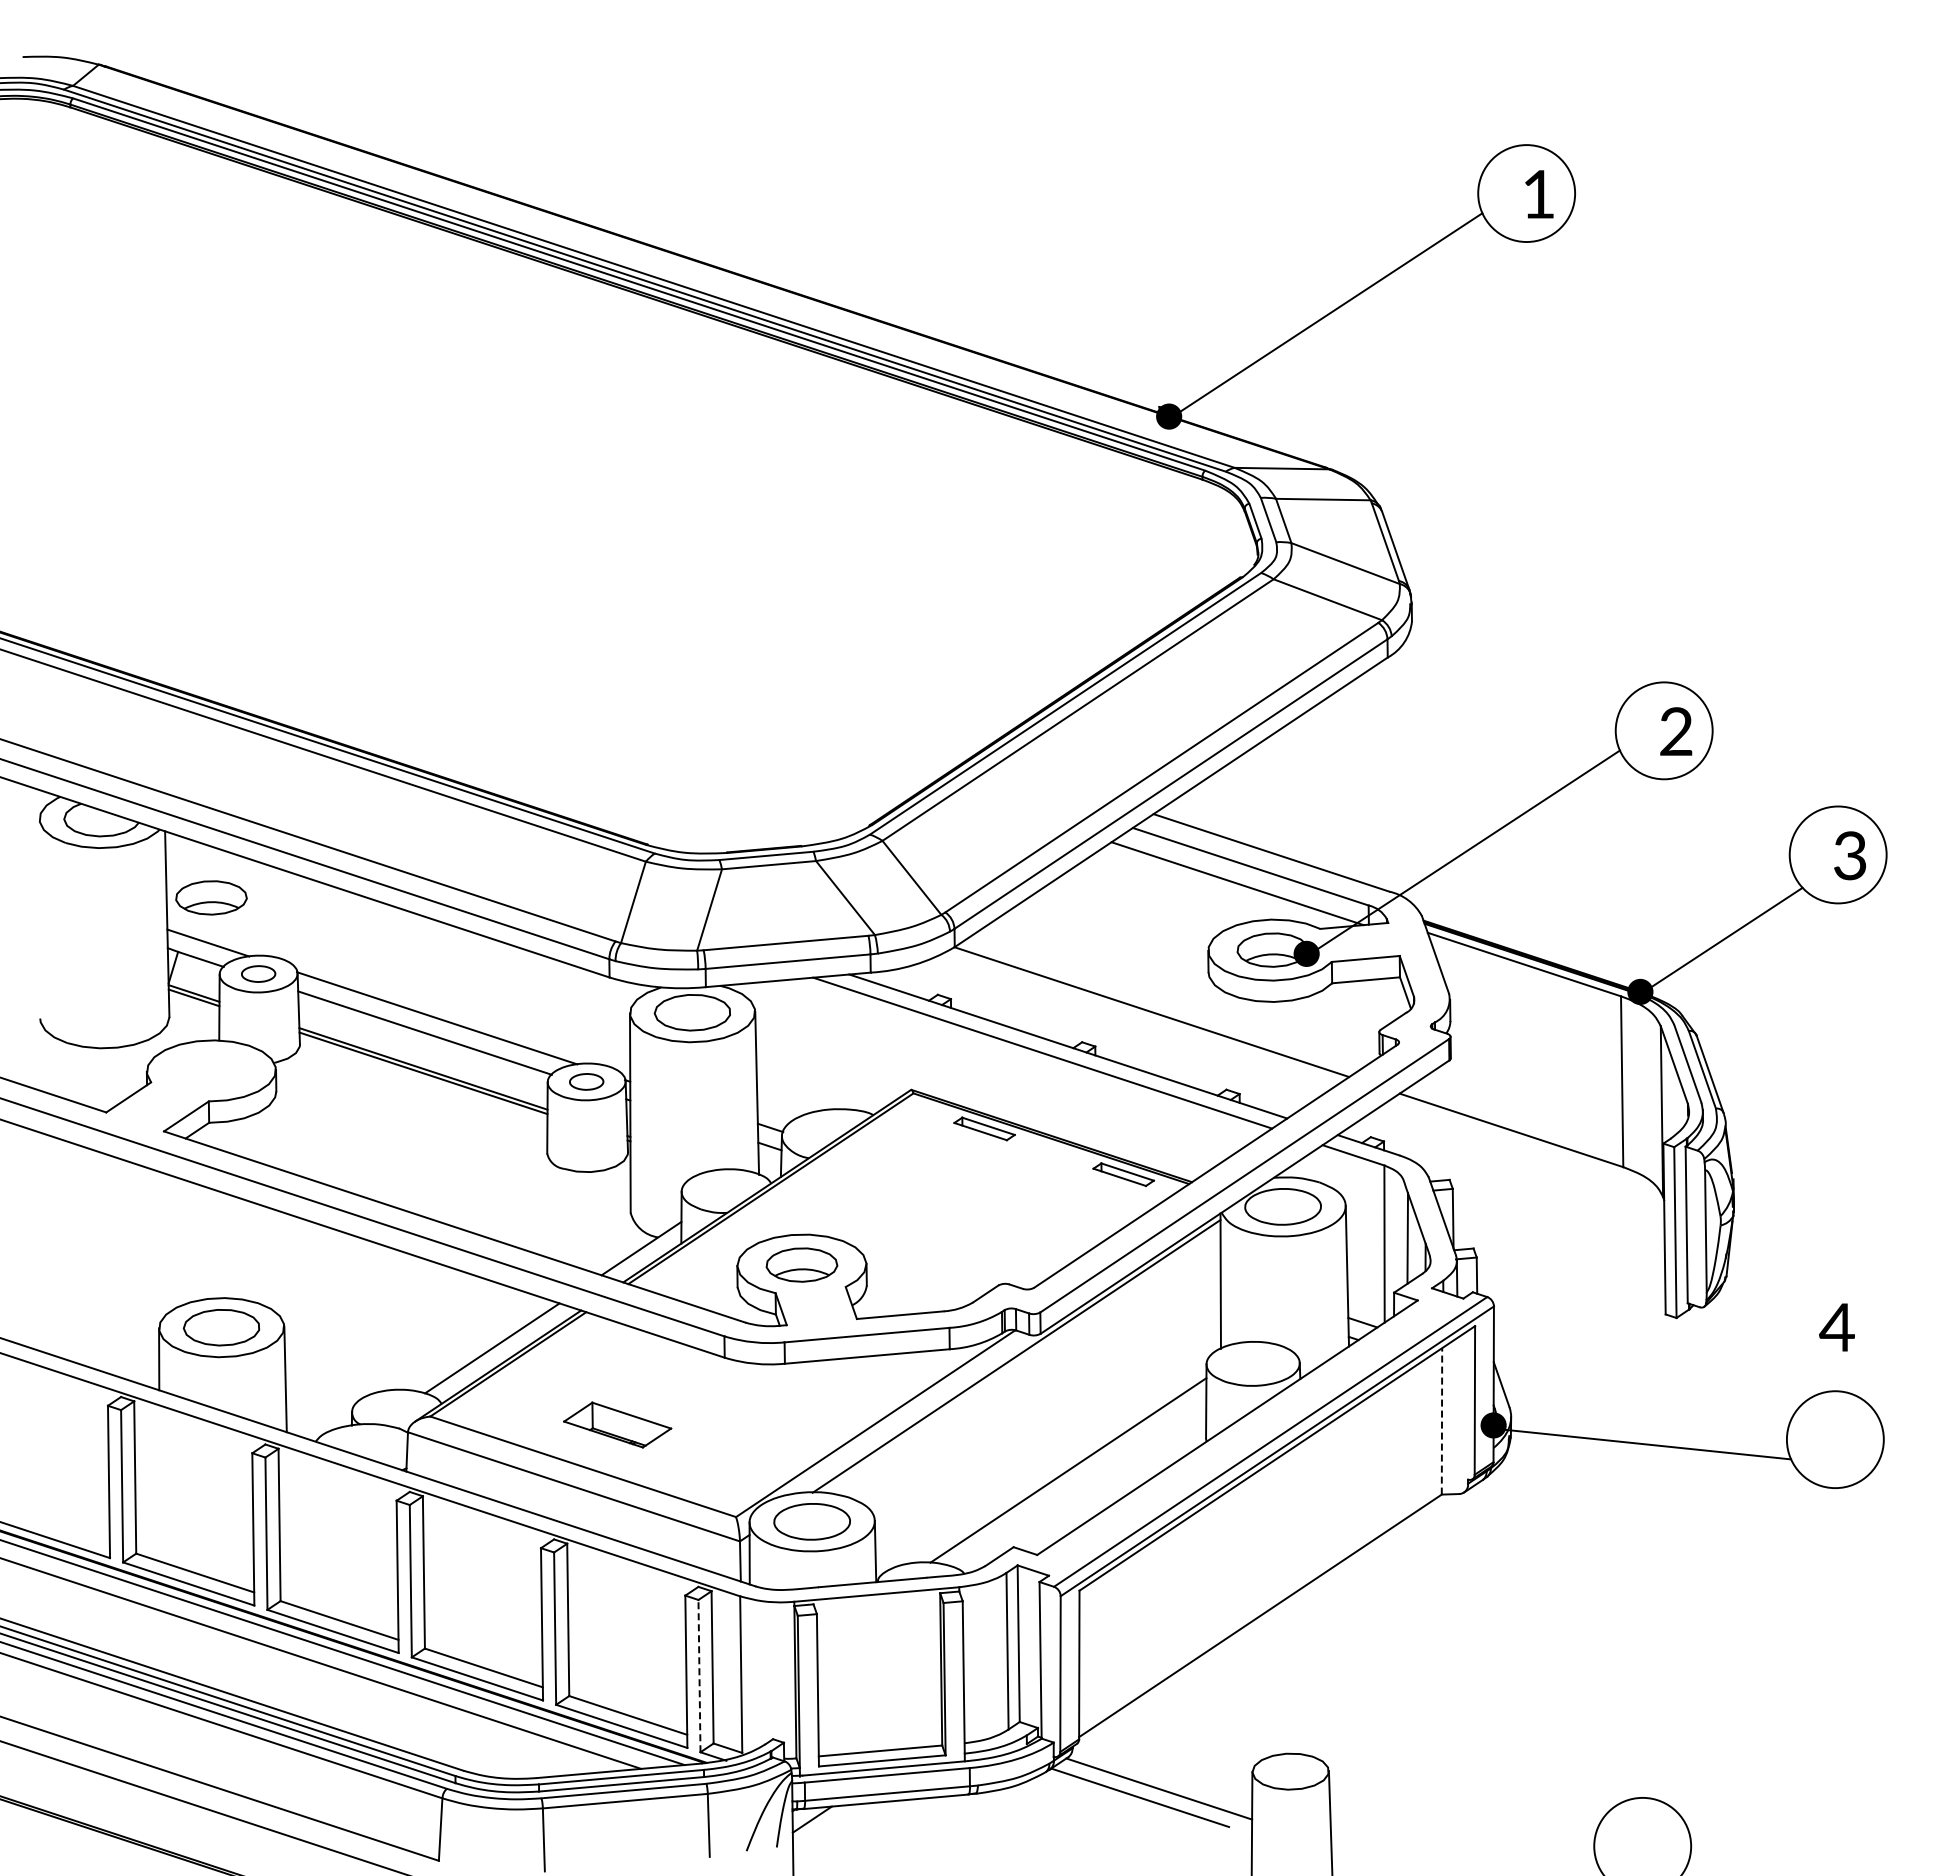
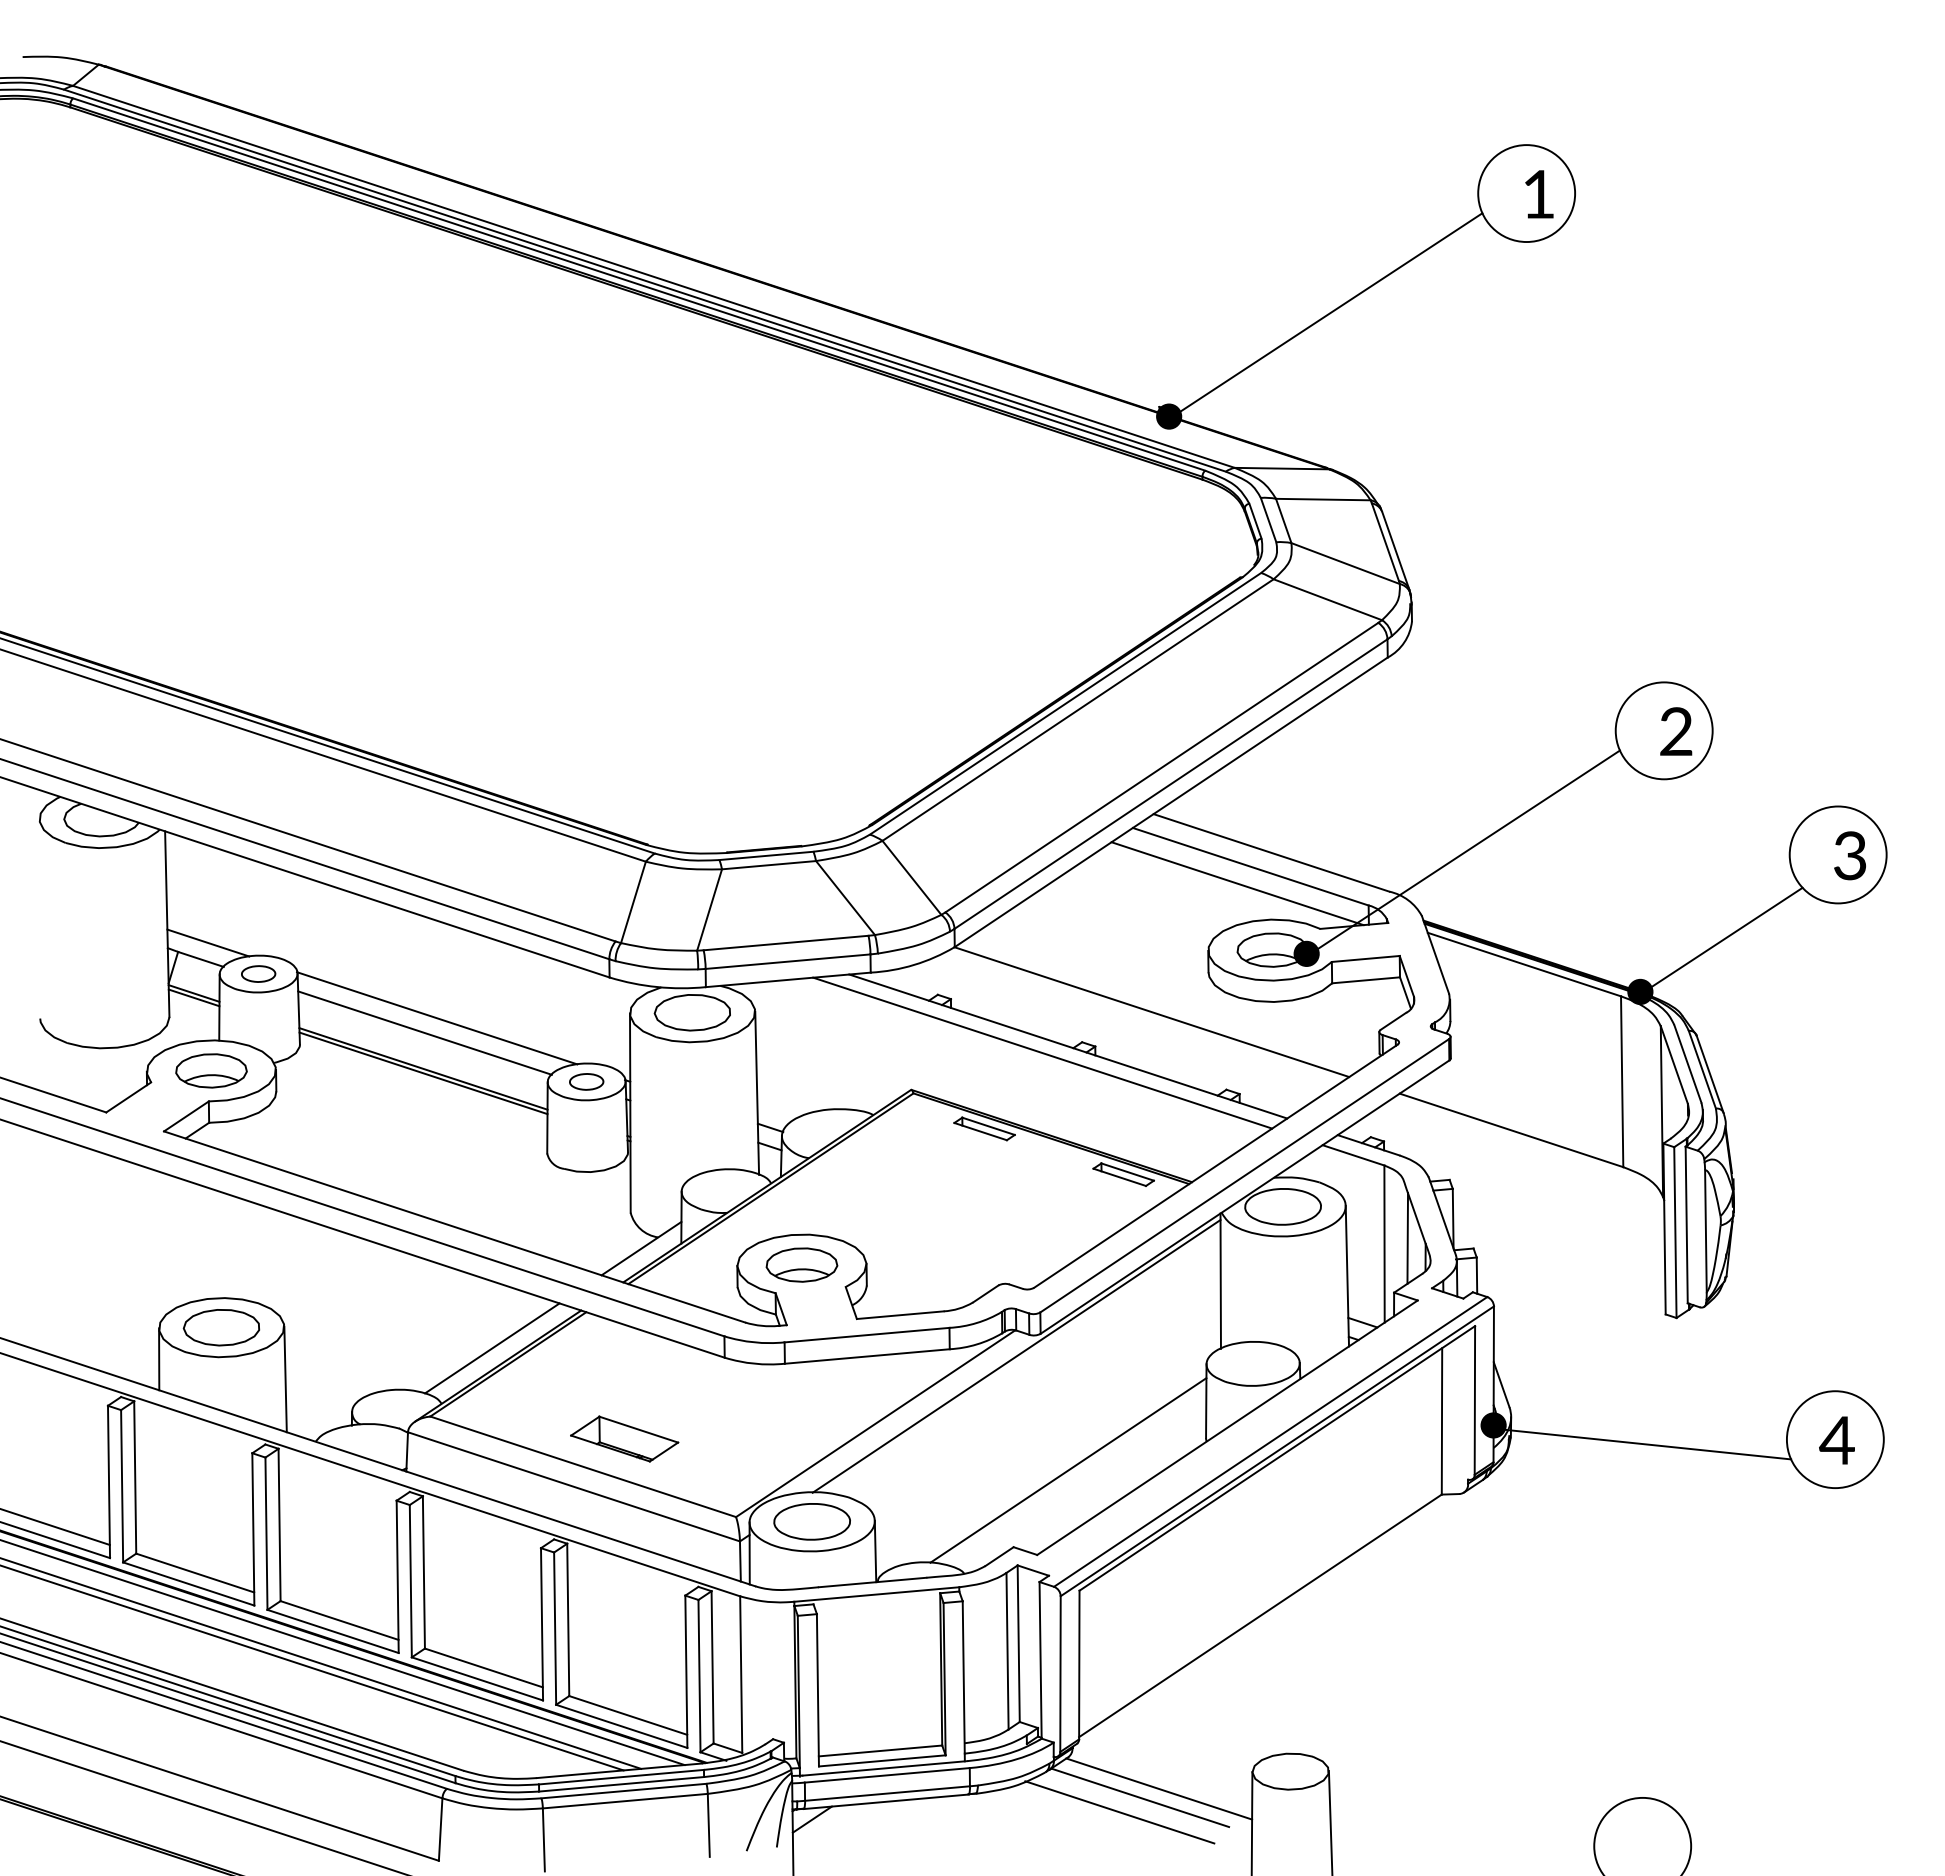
part at (211, 897) position: (211, 897) -> (211, 1070)
text at (1836, 1327) position: (1836, 1327) -> (1836, 1440)
line at (1441, 1420): dashed -> solid
part at (617, 1424) position: (617, 1424) -> (624, 1438)
line at (55, 1526): none -> present
line at (312, 1668): none -> present
line at (699, 1675): dashed -> solid
line at (1119, 1812): none -> present
